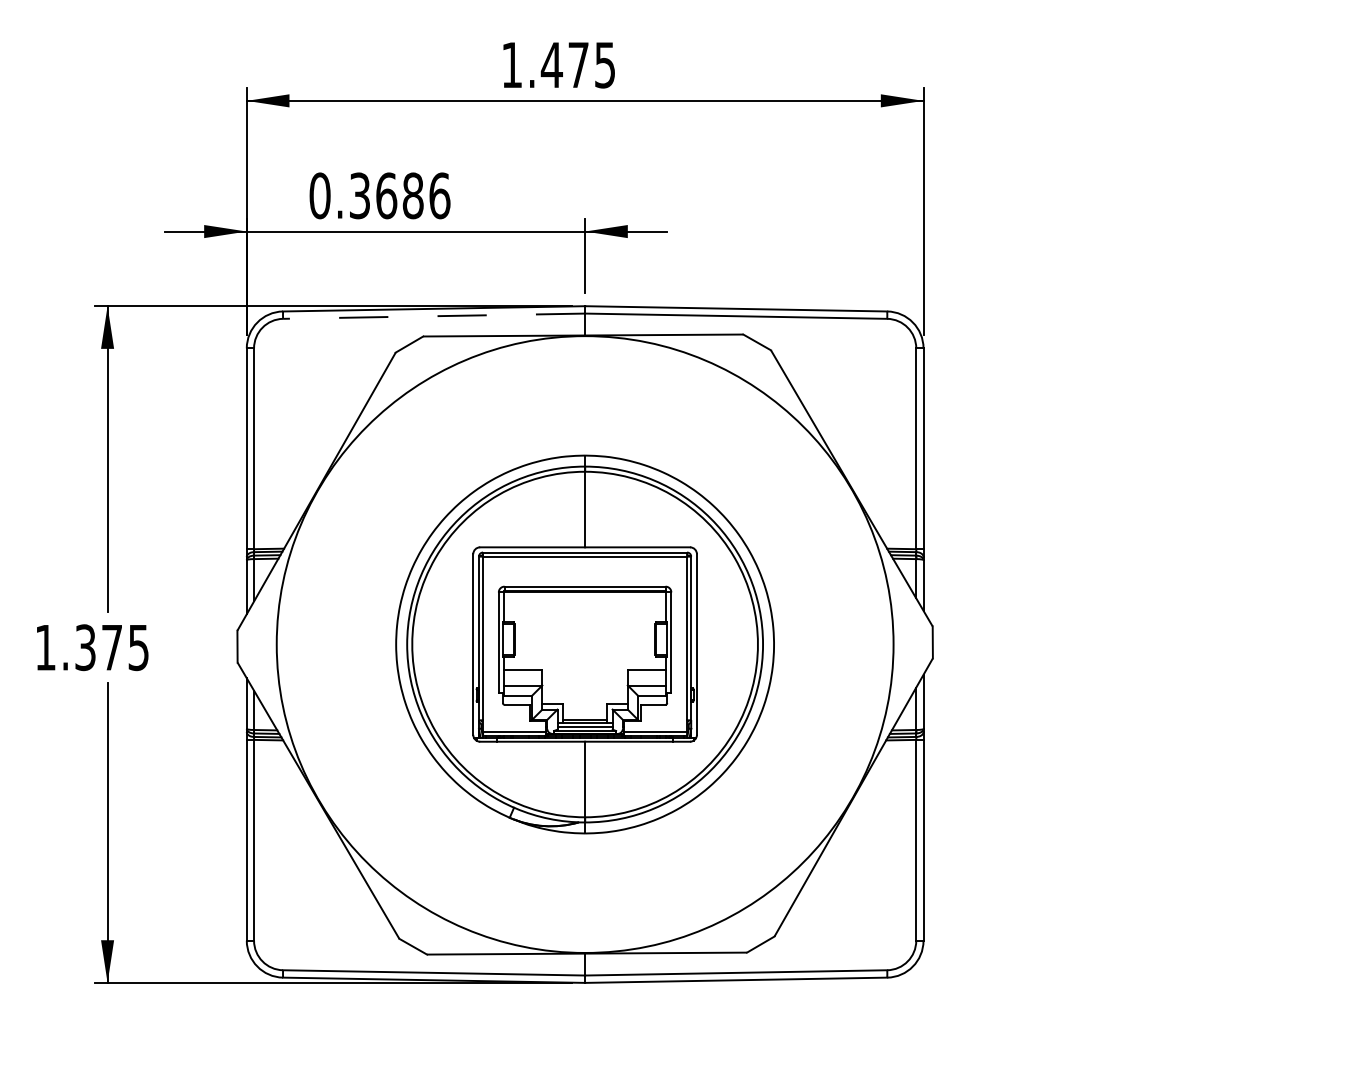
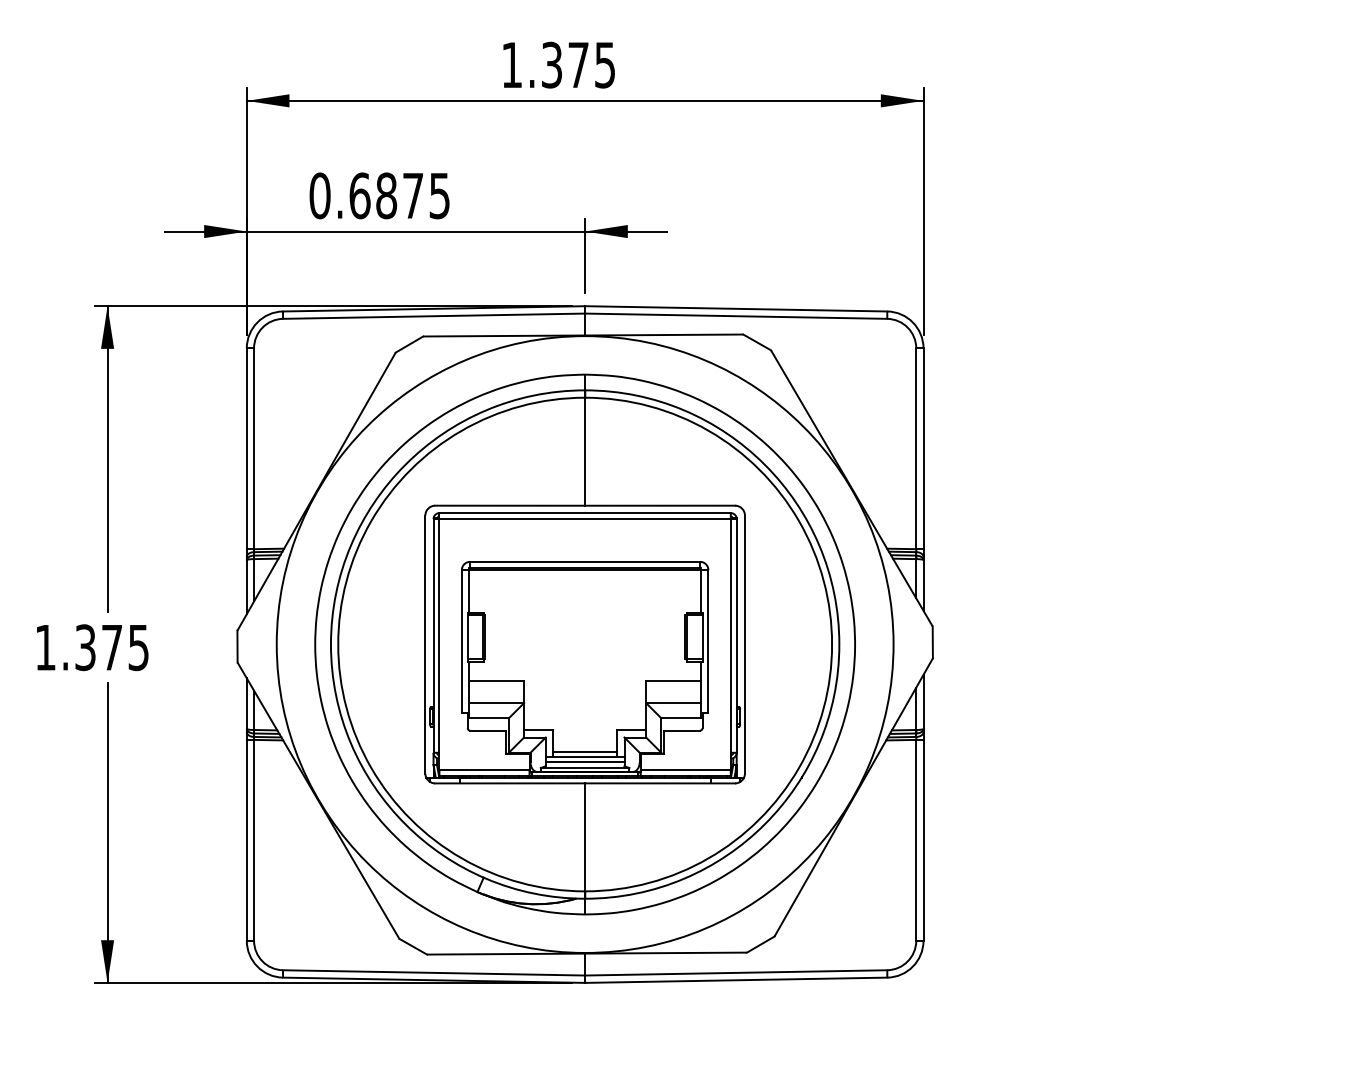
text at (551, 64): 1.475 -> 1.375
text at (399, 195): 0.3686 -> 0.6875
line at (433, 316): dashed -> solid
part at (584, 644) size: 380x381 px -> 542x543 px
